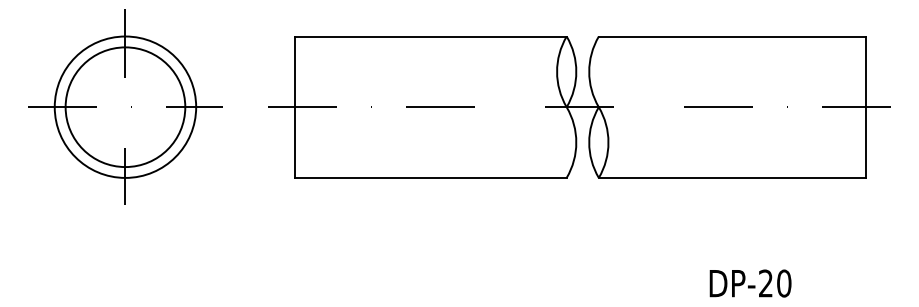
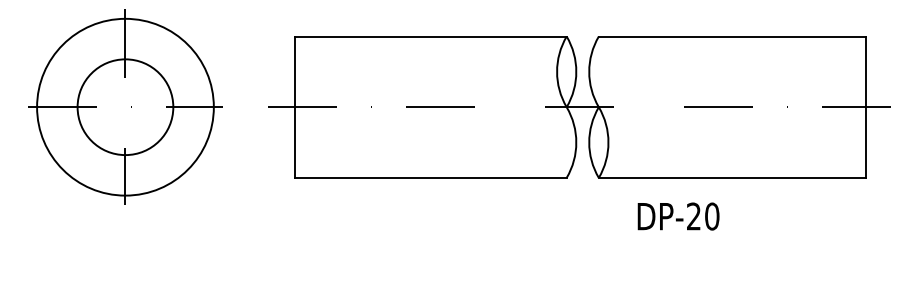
circle at (125, 106) diameter: 141 px -> 177 px
circle at (125, 107) diameter: 120 px -> 96 px
text at (750, 283) position: (750, 283) -> (678, 216)
